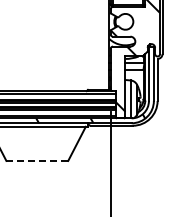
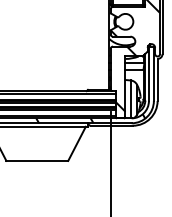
line at (37, 160): dashed -> solid
